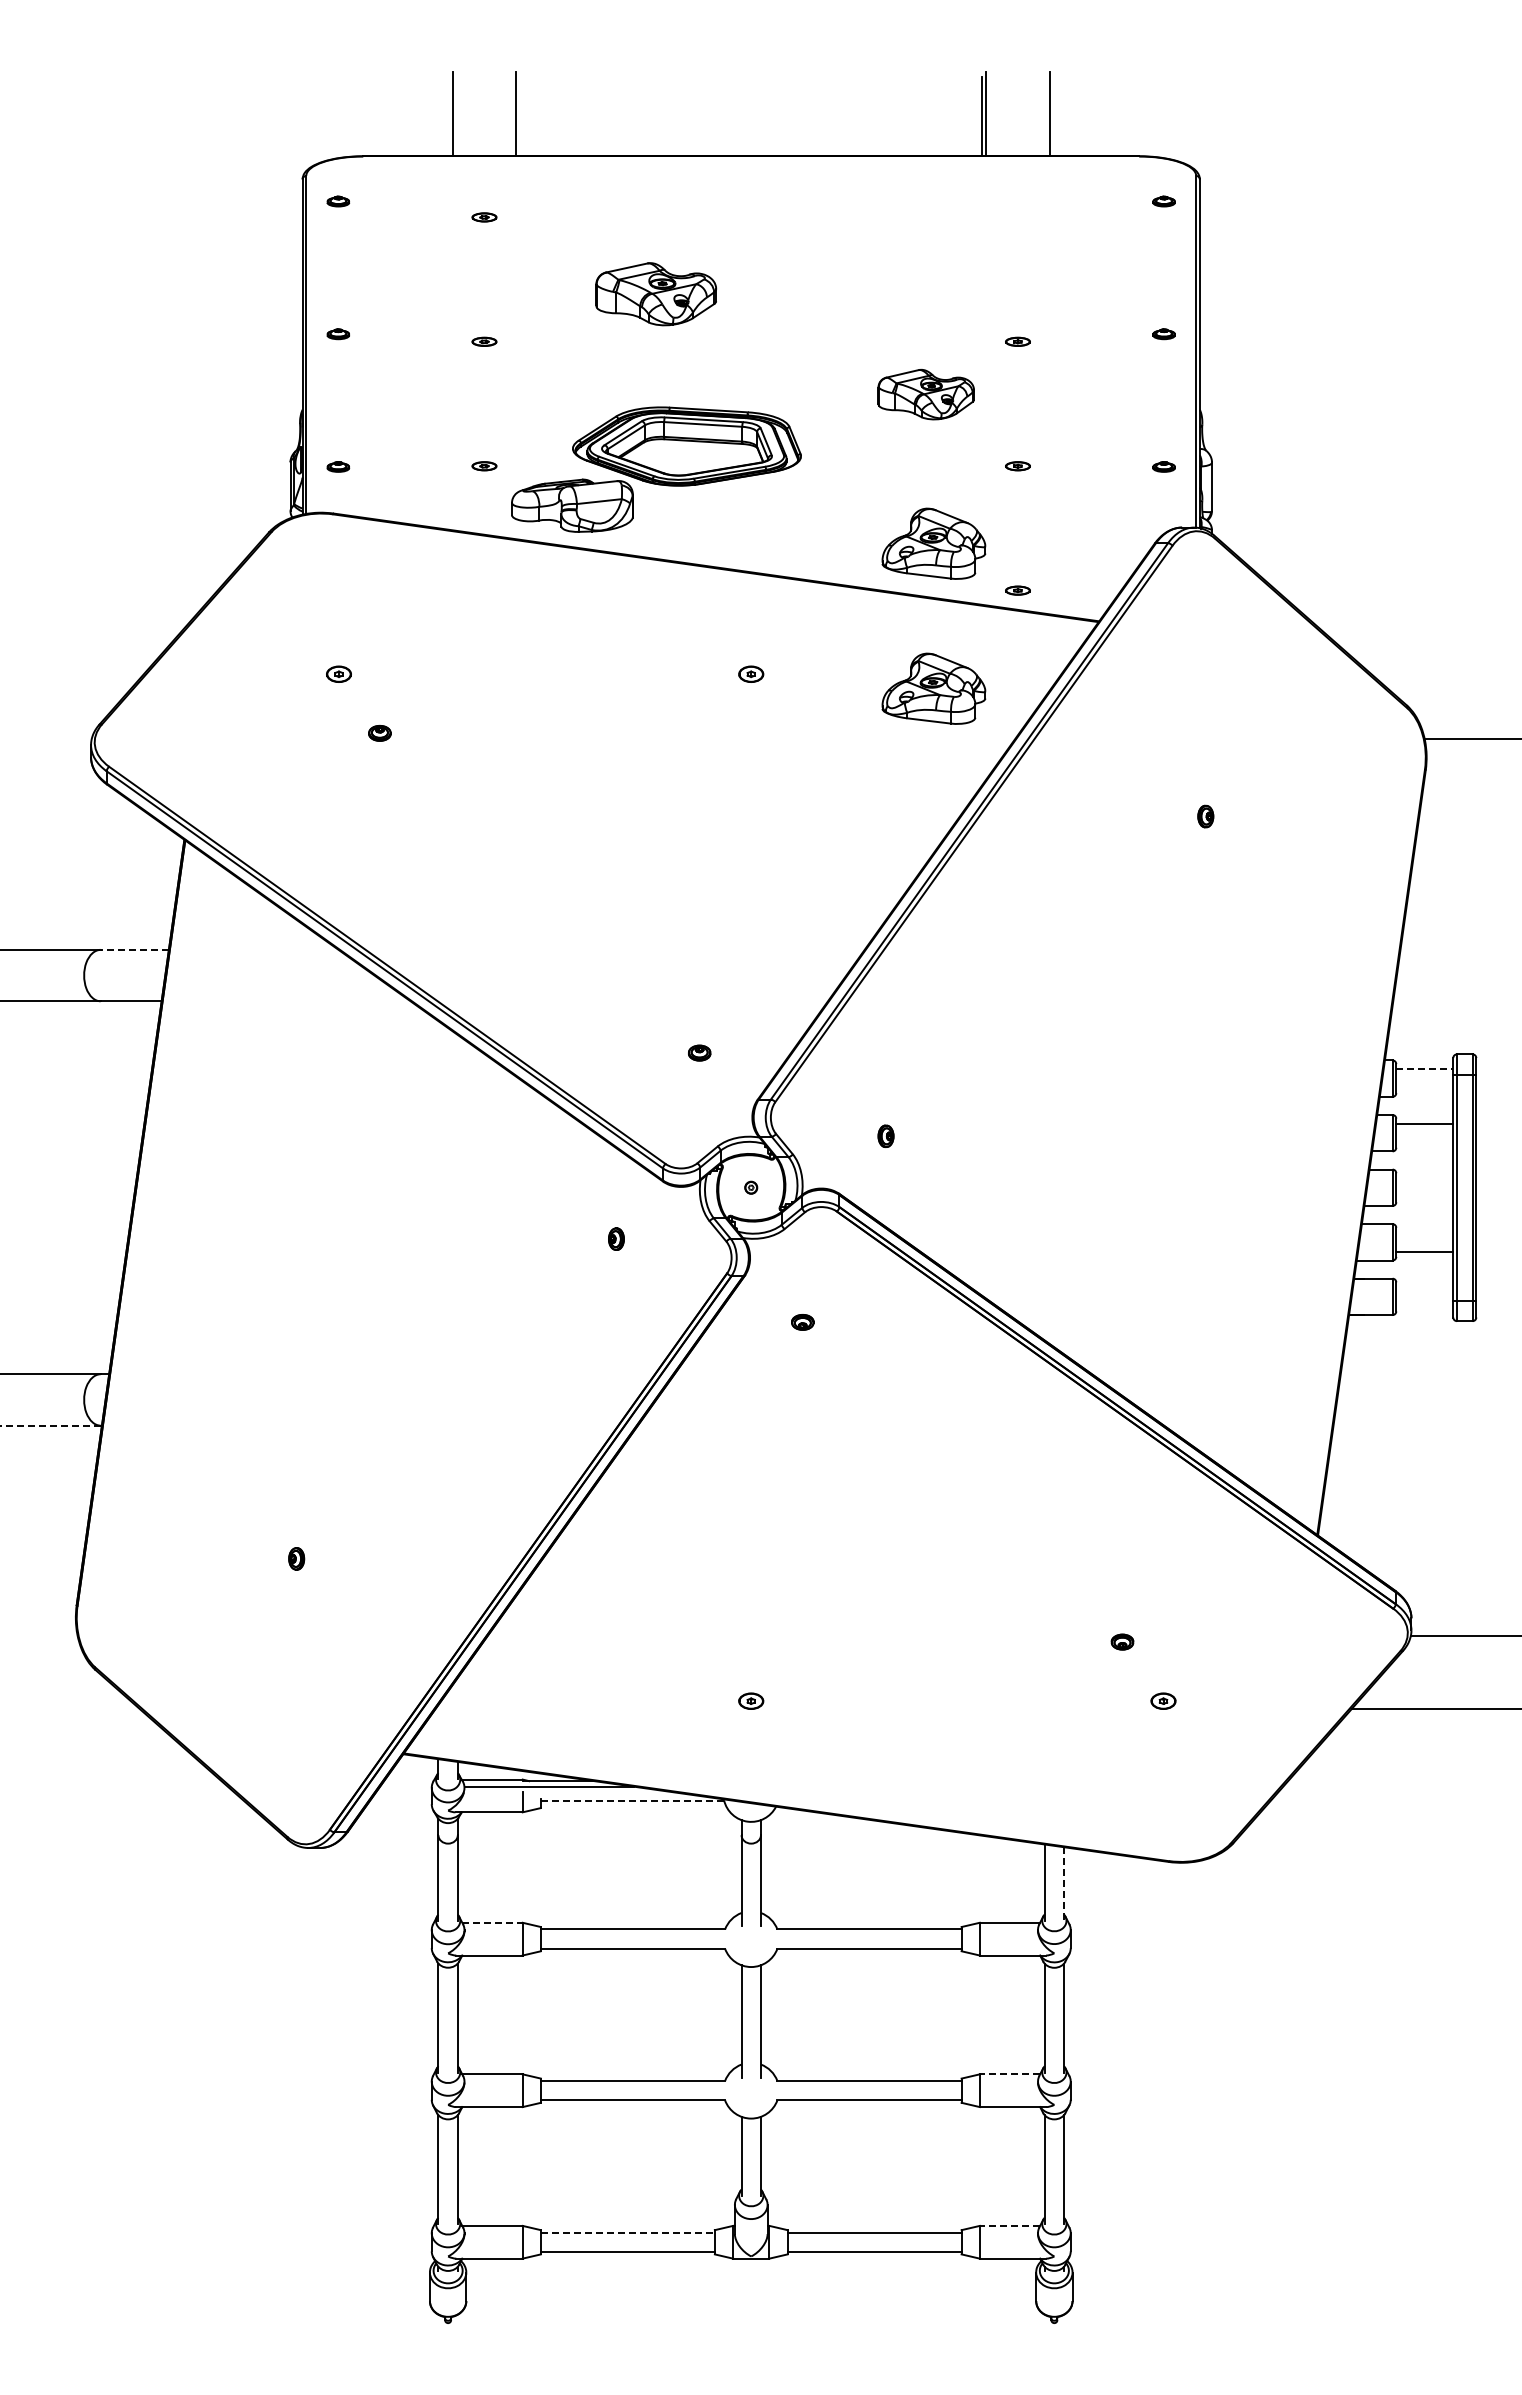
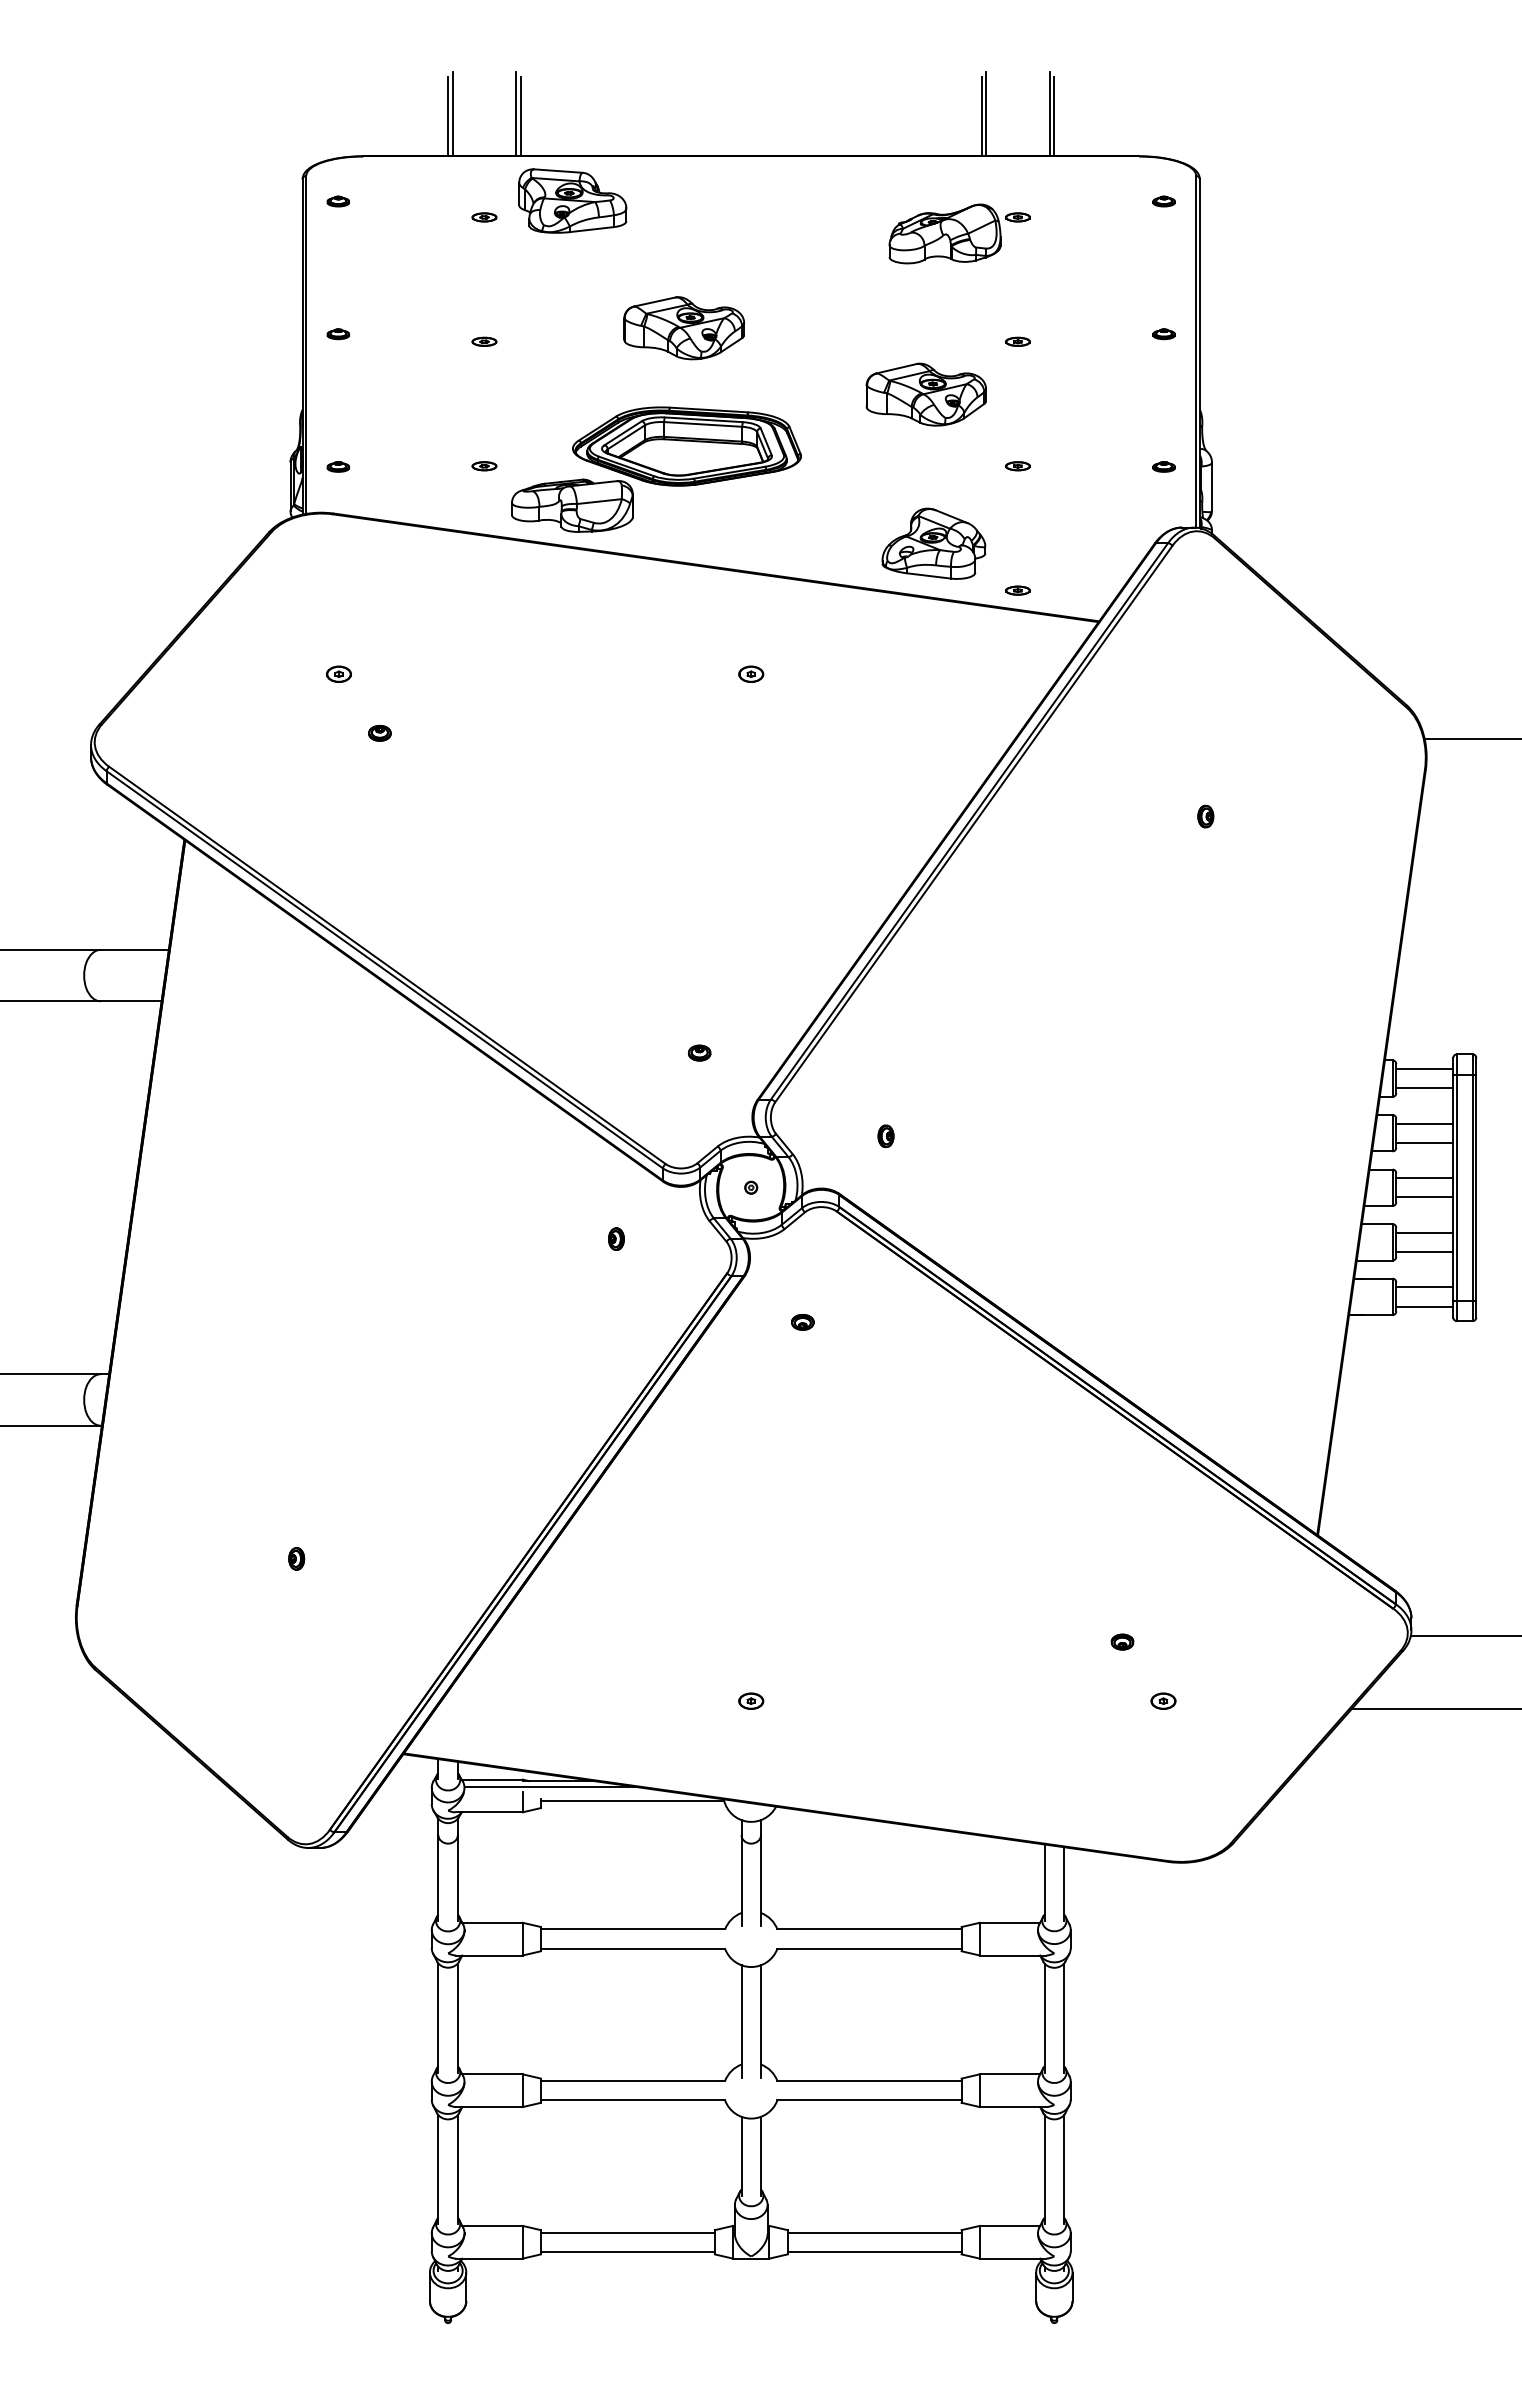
line at (448, 116): none -> present
line at (520, 116): none -> present
line at (1054, 116): none -> present
part at (572, 200): none -> present
part at (959, 233): none -> present
part at (656, 294) position: (656, 294) -> (684, 328)
part at (925, 394) size: 98x53 px -> 122x65 px
part at (933, 688): present -> none
line at (134, 949): dashed -> solid
line at (1425, 1068): dashed -> solid
line at (1424, 1088): none -> present
line at (1424, 1142): none -> present
line at (1424, 1178): none -> present
line at (1424, 1197): none -> present
line at (1424, 1232): none -> present
line at (1424, 1287): none -> present
line at (1424, 1306): none -> present
line at (50, 1425): dashed -> solid
line at (632, 1800): dashed -> solid
line at (1064, 1884): dashed -> solid
line at (493, 1922): dashed -> solid
line at (1009, 2074): dashed -> solid
line at (1009, 2225): dashed -> solid
line at (627, 2232): dashed -> solid
